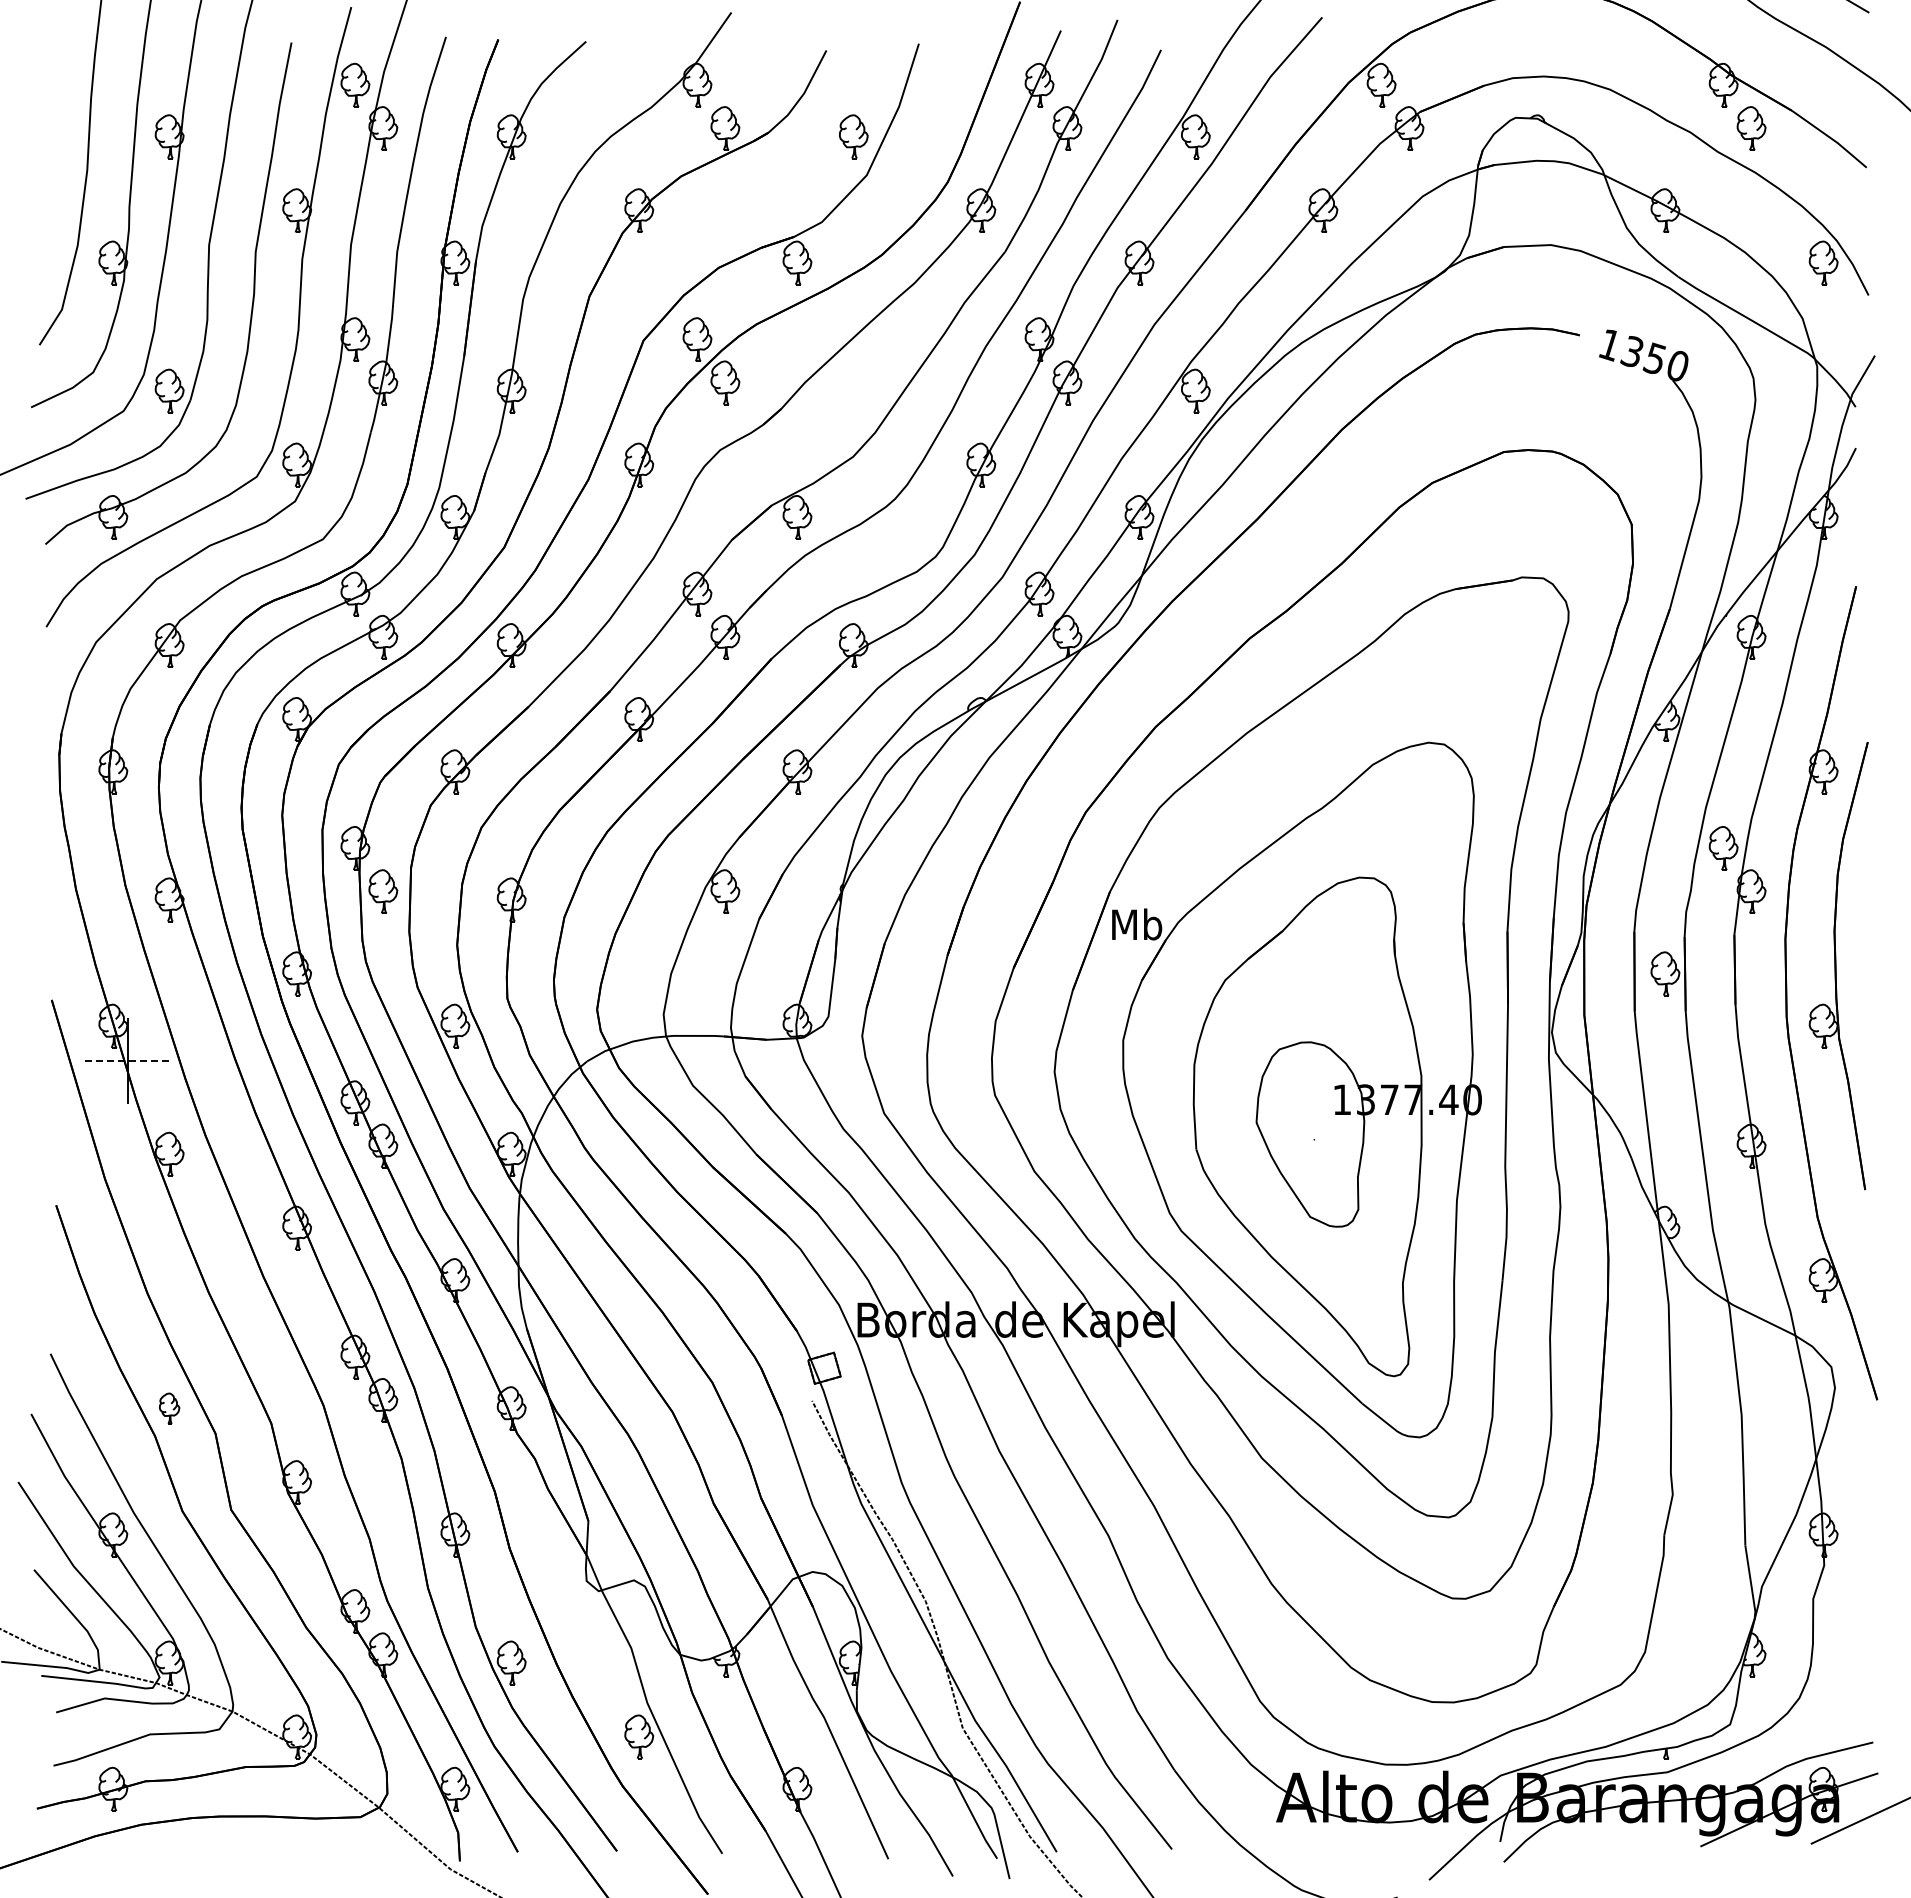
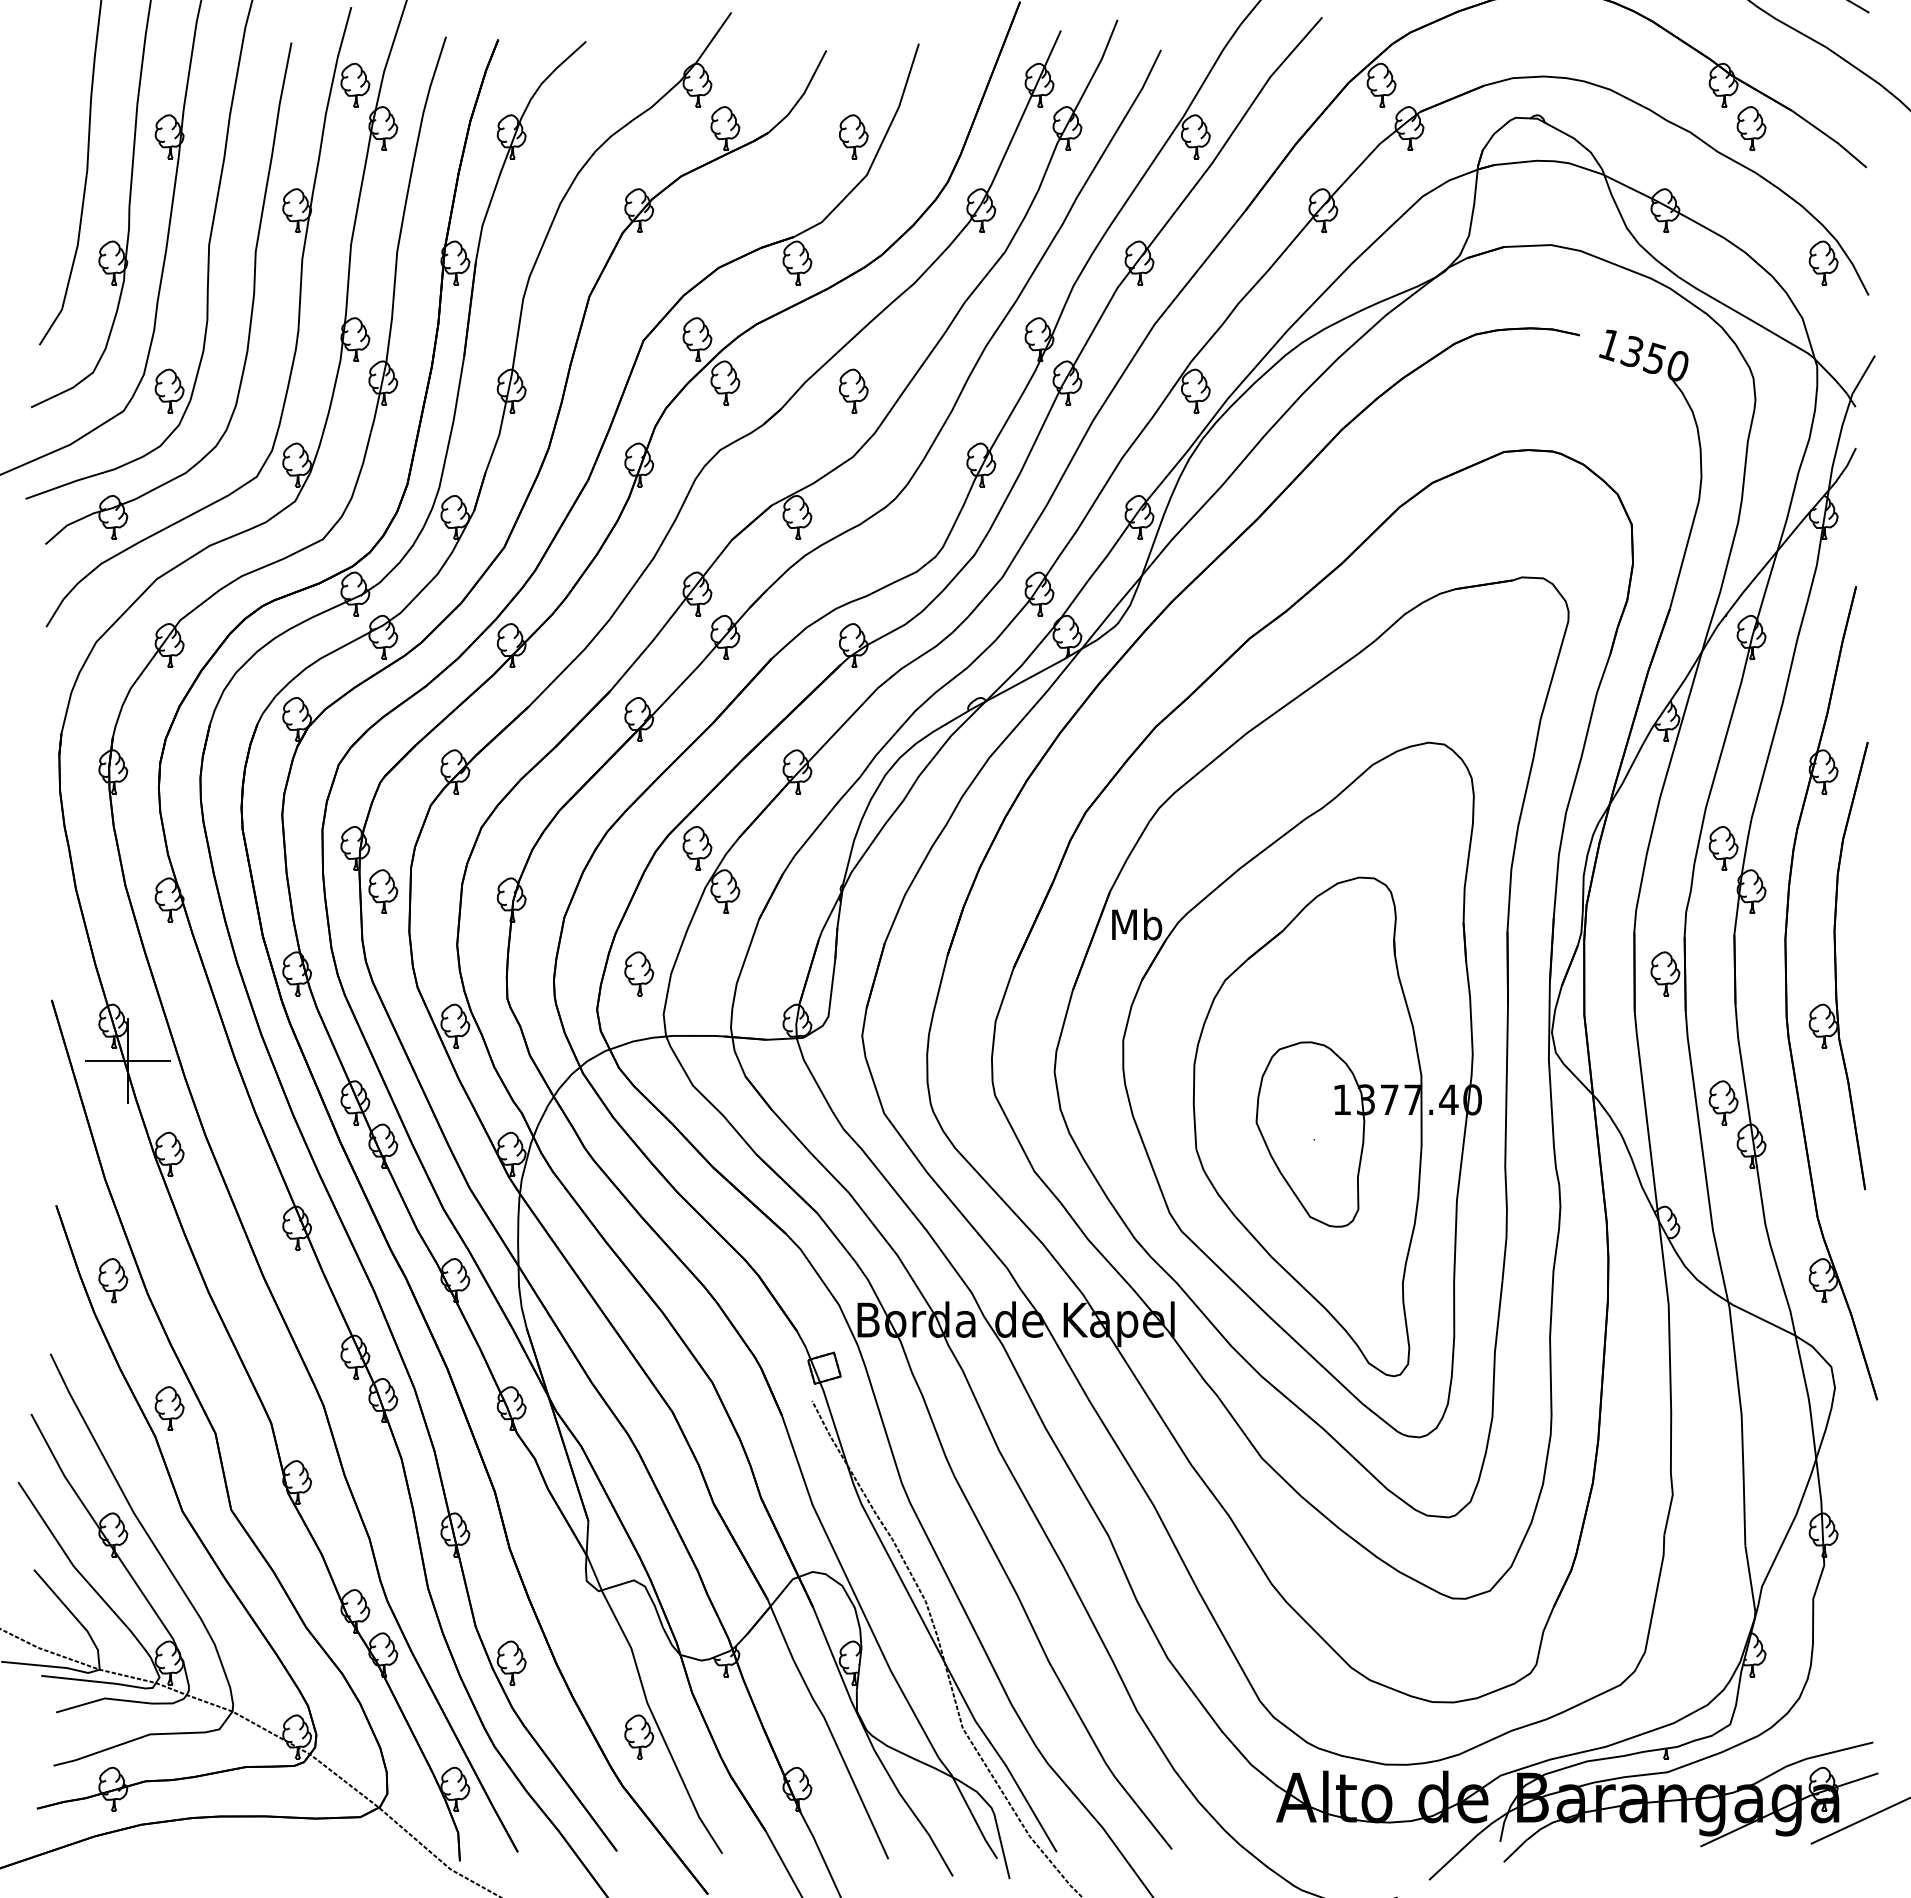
part at (853, 390): none -> present
part at (697, 848): none -> present
part at (639, 973): none -> present
line at (128, 1060): dashed -> solid
part at (1723, 1102): none -> present
part at (113, 1280): none -> present
part at (169, 1408) size: 22x33 px -> 31x45 px
